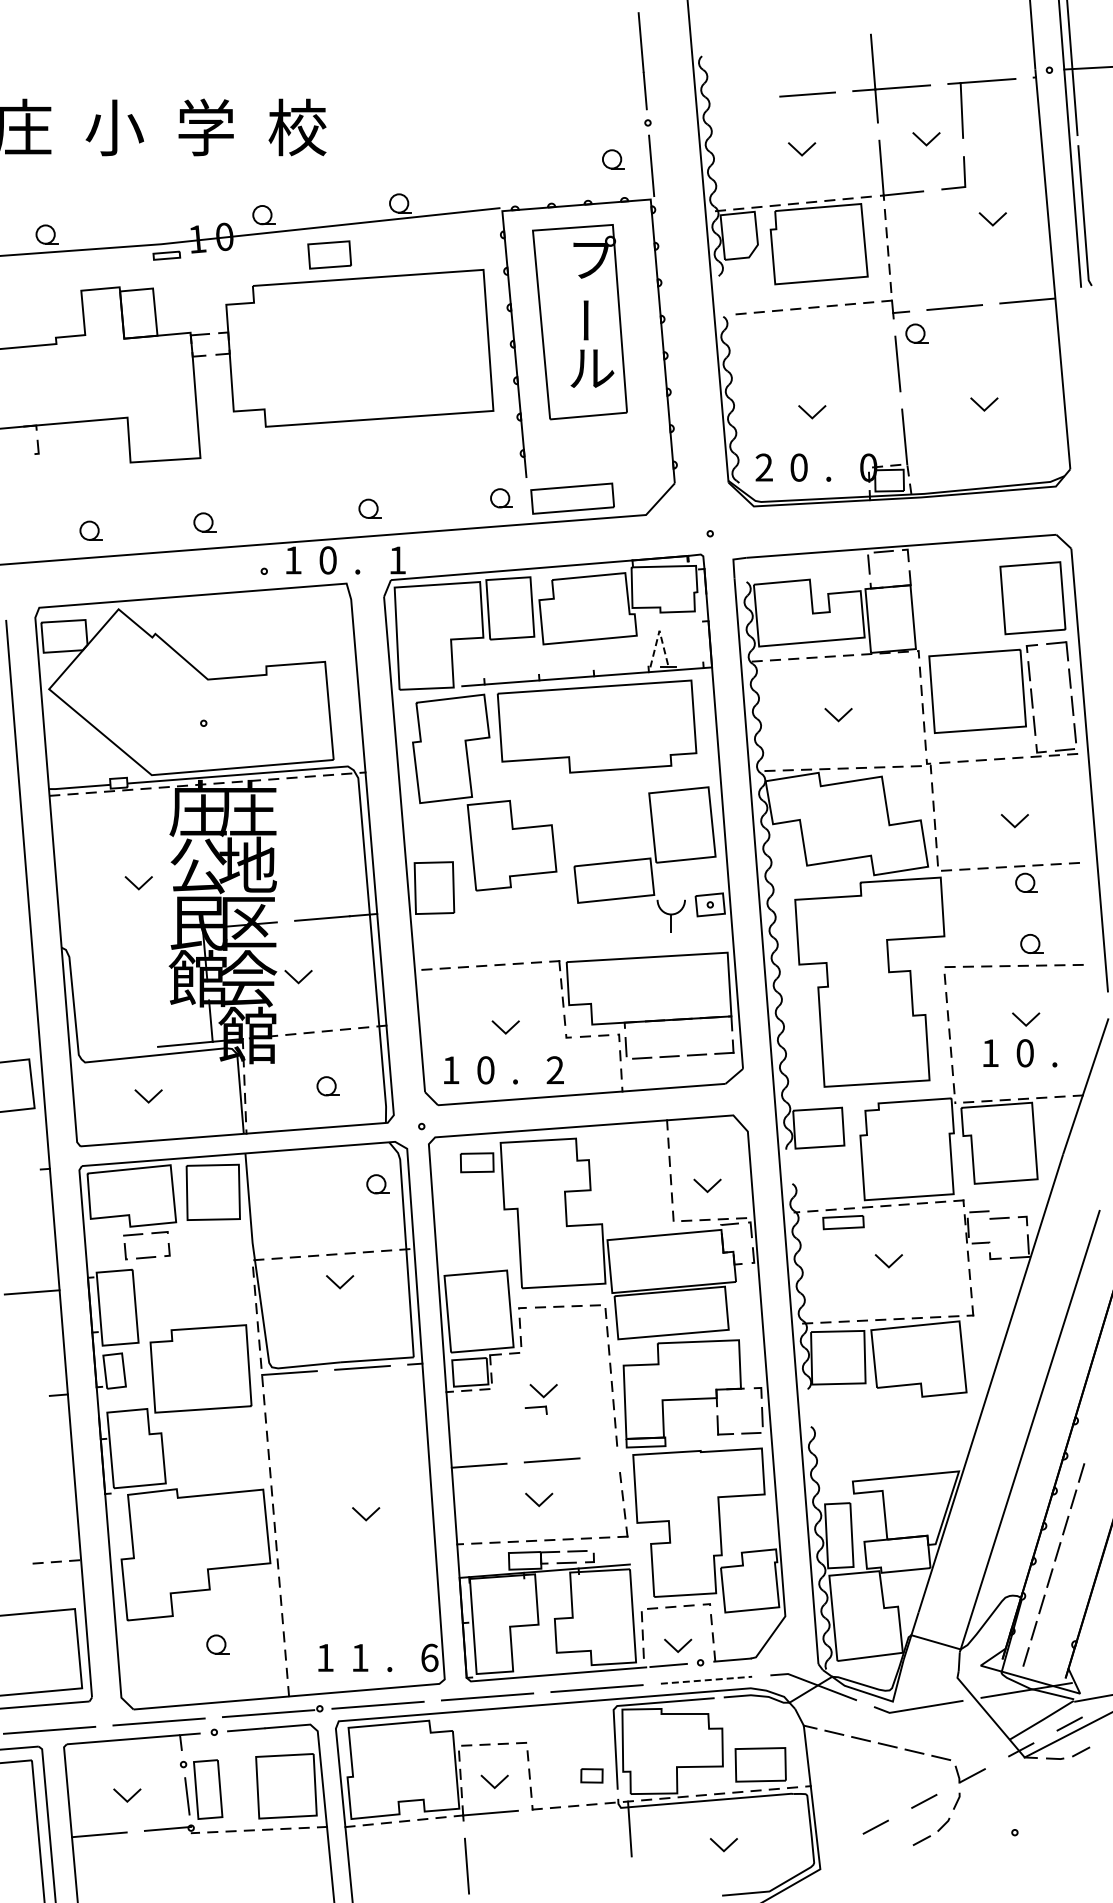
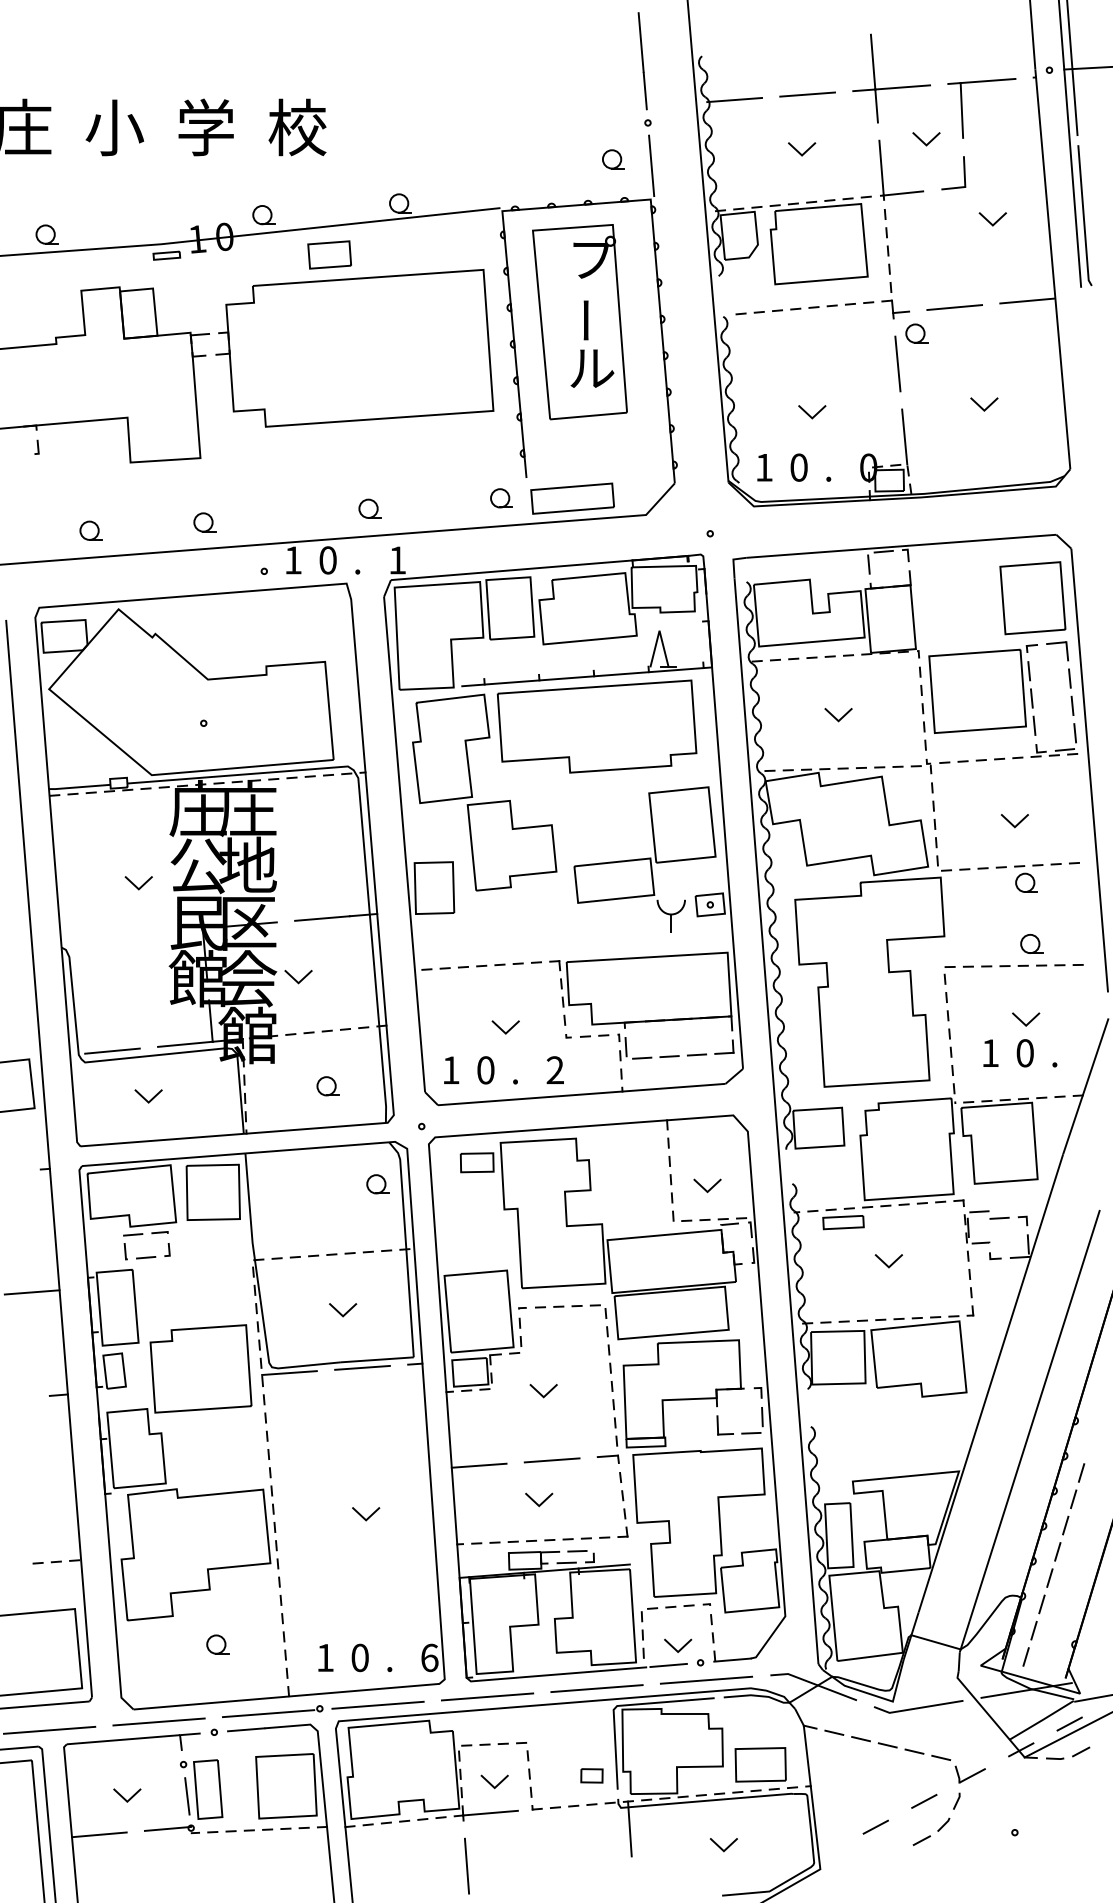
line at (734, 100): none -> present
text at (763, 467): 2 -> 1
line at (659, 630): dashed -> solid
line at (112, 1050): none -> present
line at (342, 1284) position: (342, 1284) -> (345, 1312)
part at (535, 1409) position: (535, 1409) -> (607, 1458)
text at (359, 1657): 1 -> 0
line at (706, 1680): dashed -> solid
